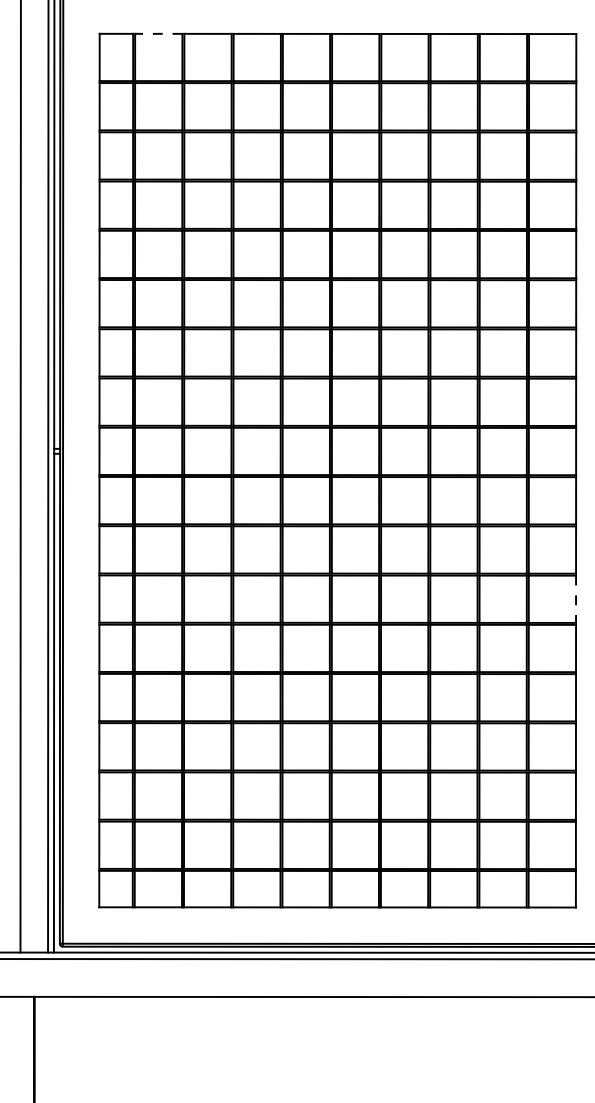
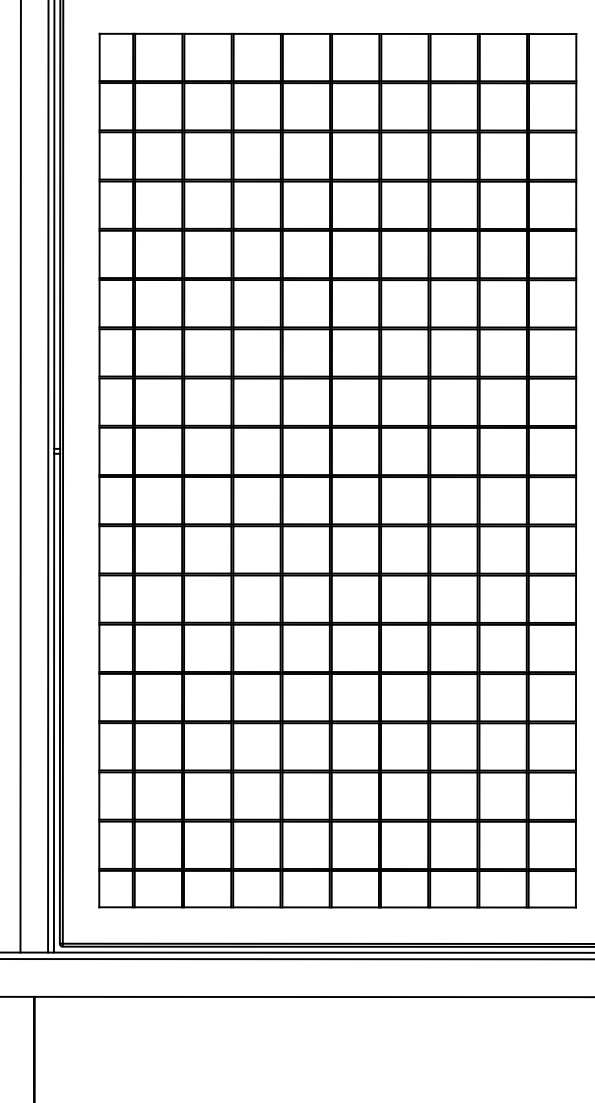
line at (158, 33): dashed -> solid
line at (576, 599): dashed -> solid
